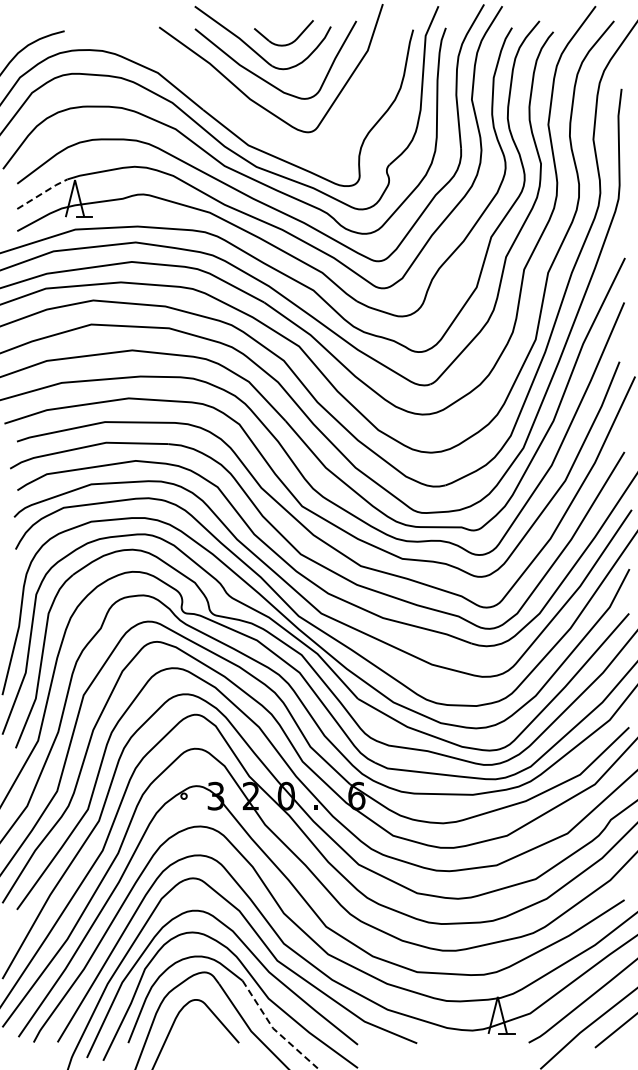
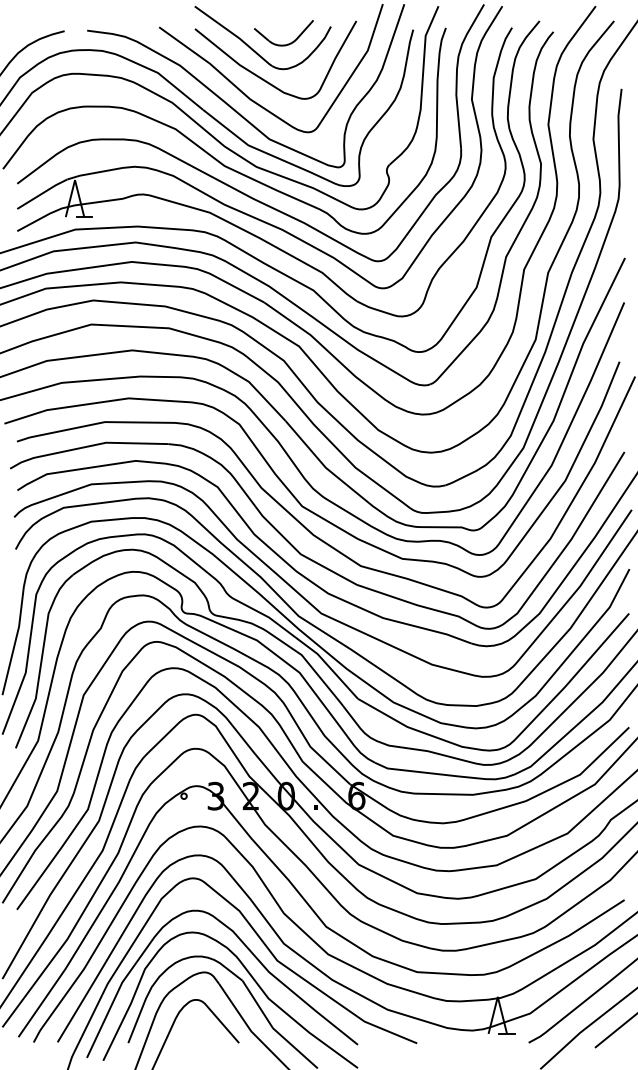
curve at (228, 103): none -> present
line at (42, 193): dashed -> solid
line at (274, 1029): dashed -> solid
